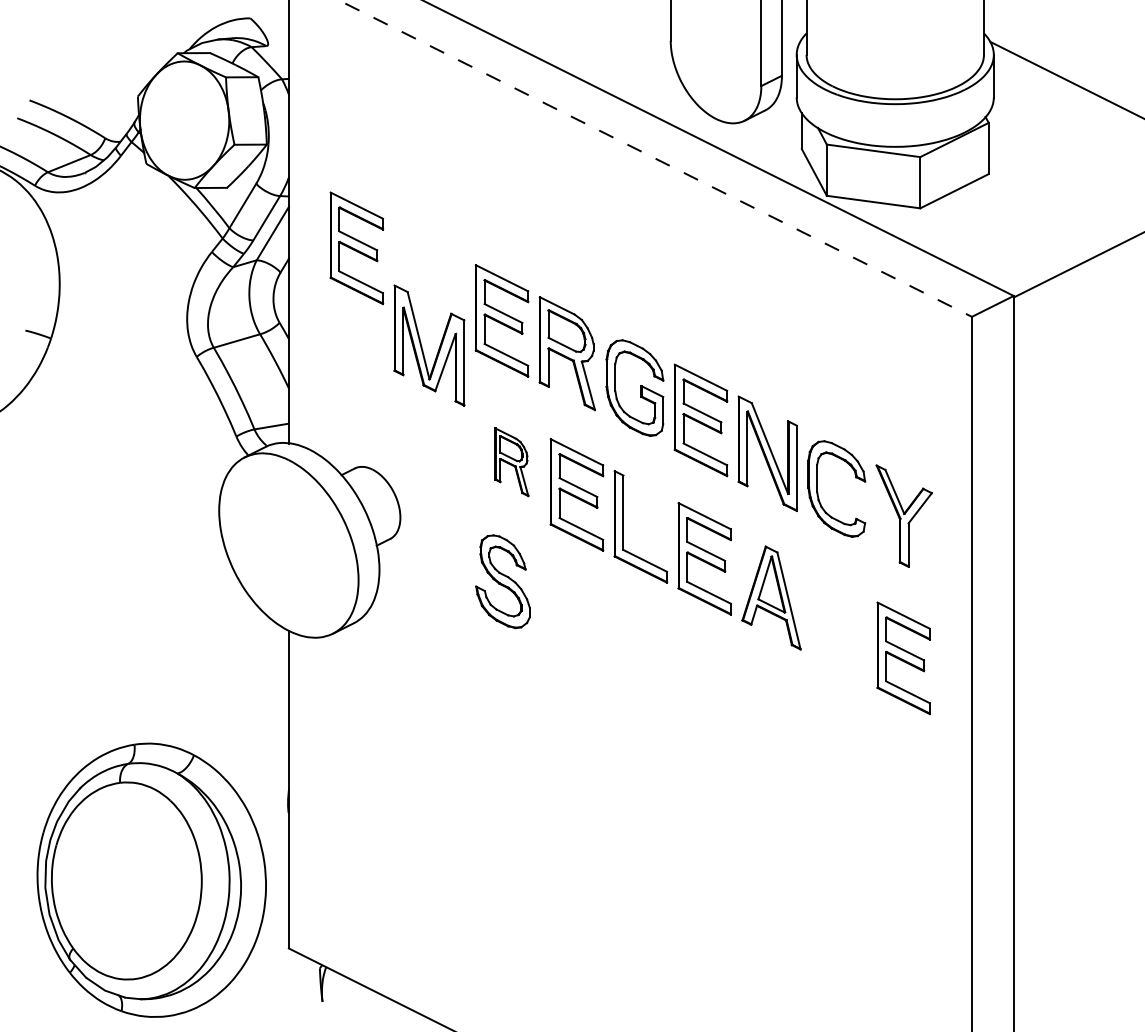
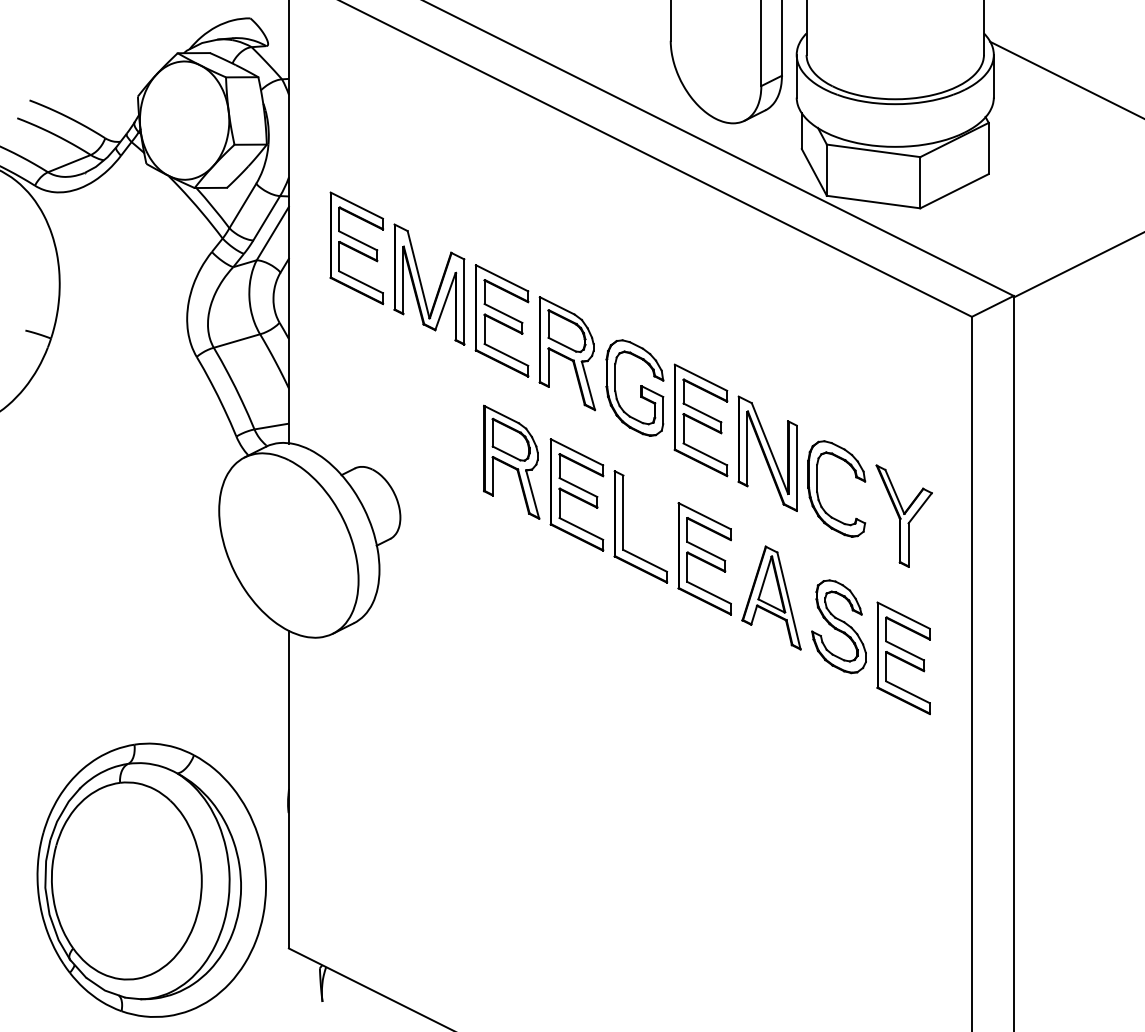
line at (655, 158): dashed -> solid
part at (422, 346) position: (422, 346) -> (422, 285)
part at (511, 462) size: 36x71 px -> 58x116 px
part at (502, 581) position: (502, 581) -> (838, 626)
